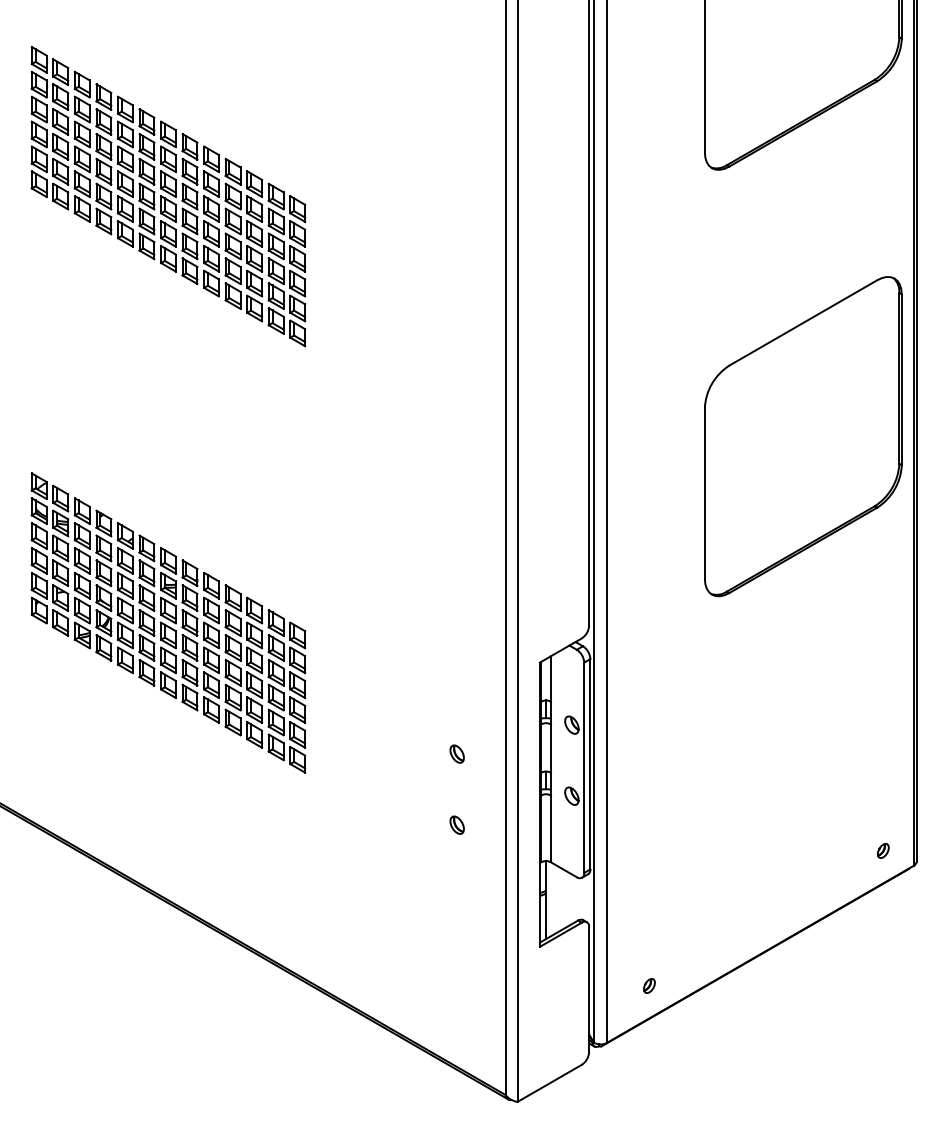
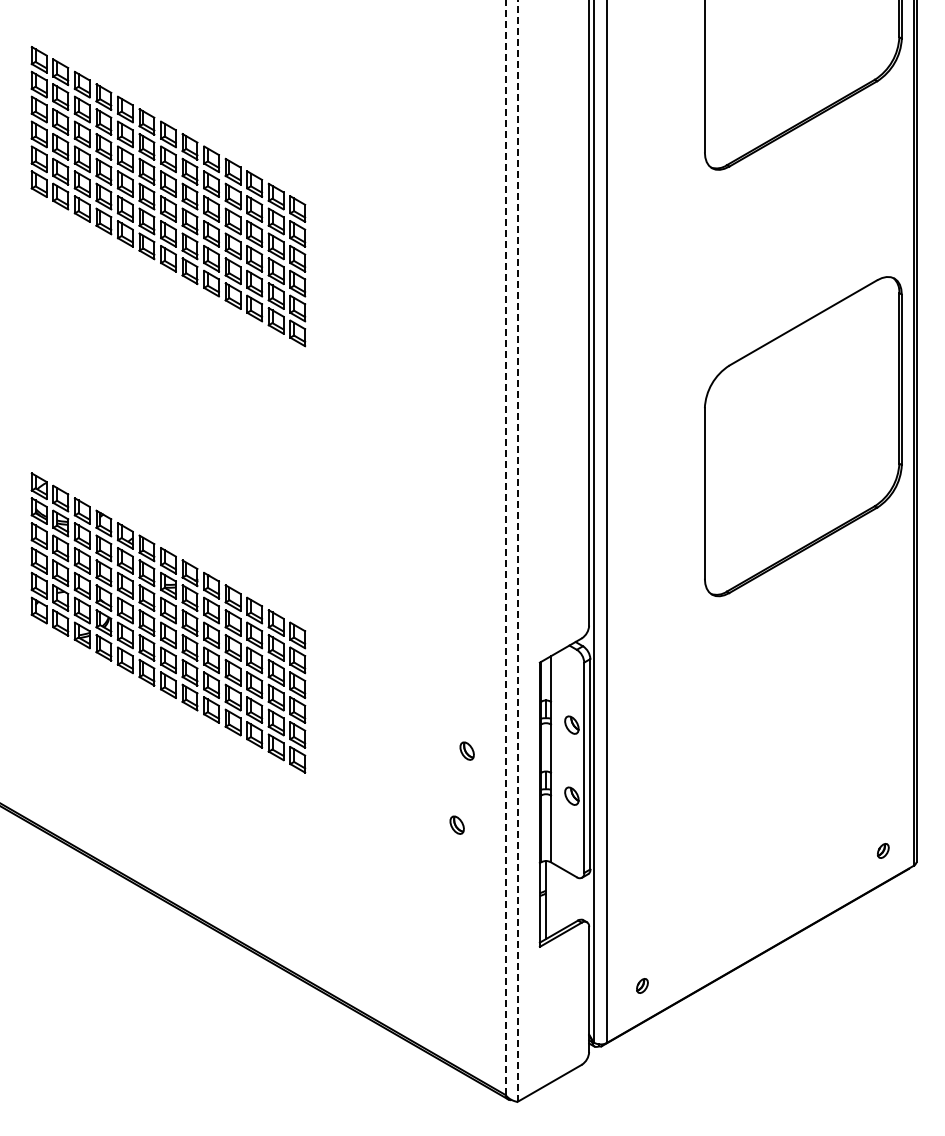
line at (505, 547): solid -> dashed
line at (517, 551): solid -> dashed
part at (456, 753) position: (456, 753) -> (466, 750)
part at (649, 985) position: (649, 985) -> (642, 985)
